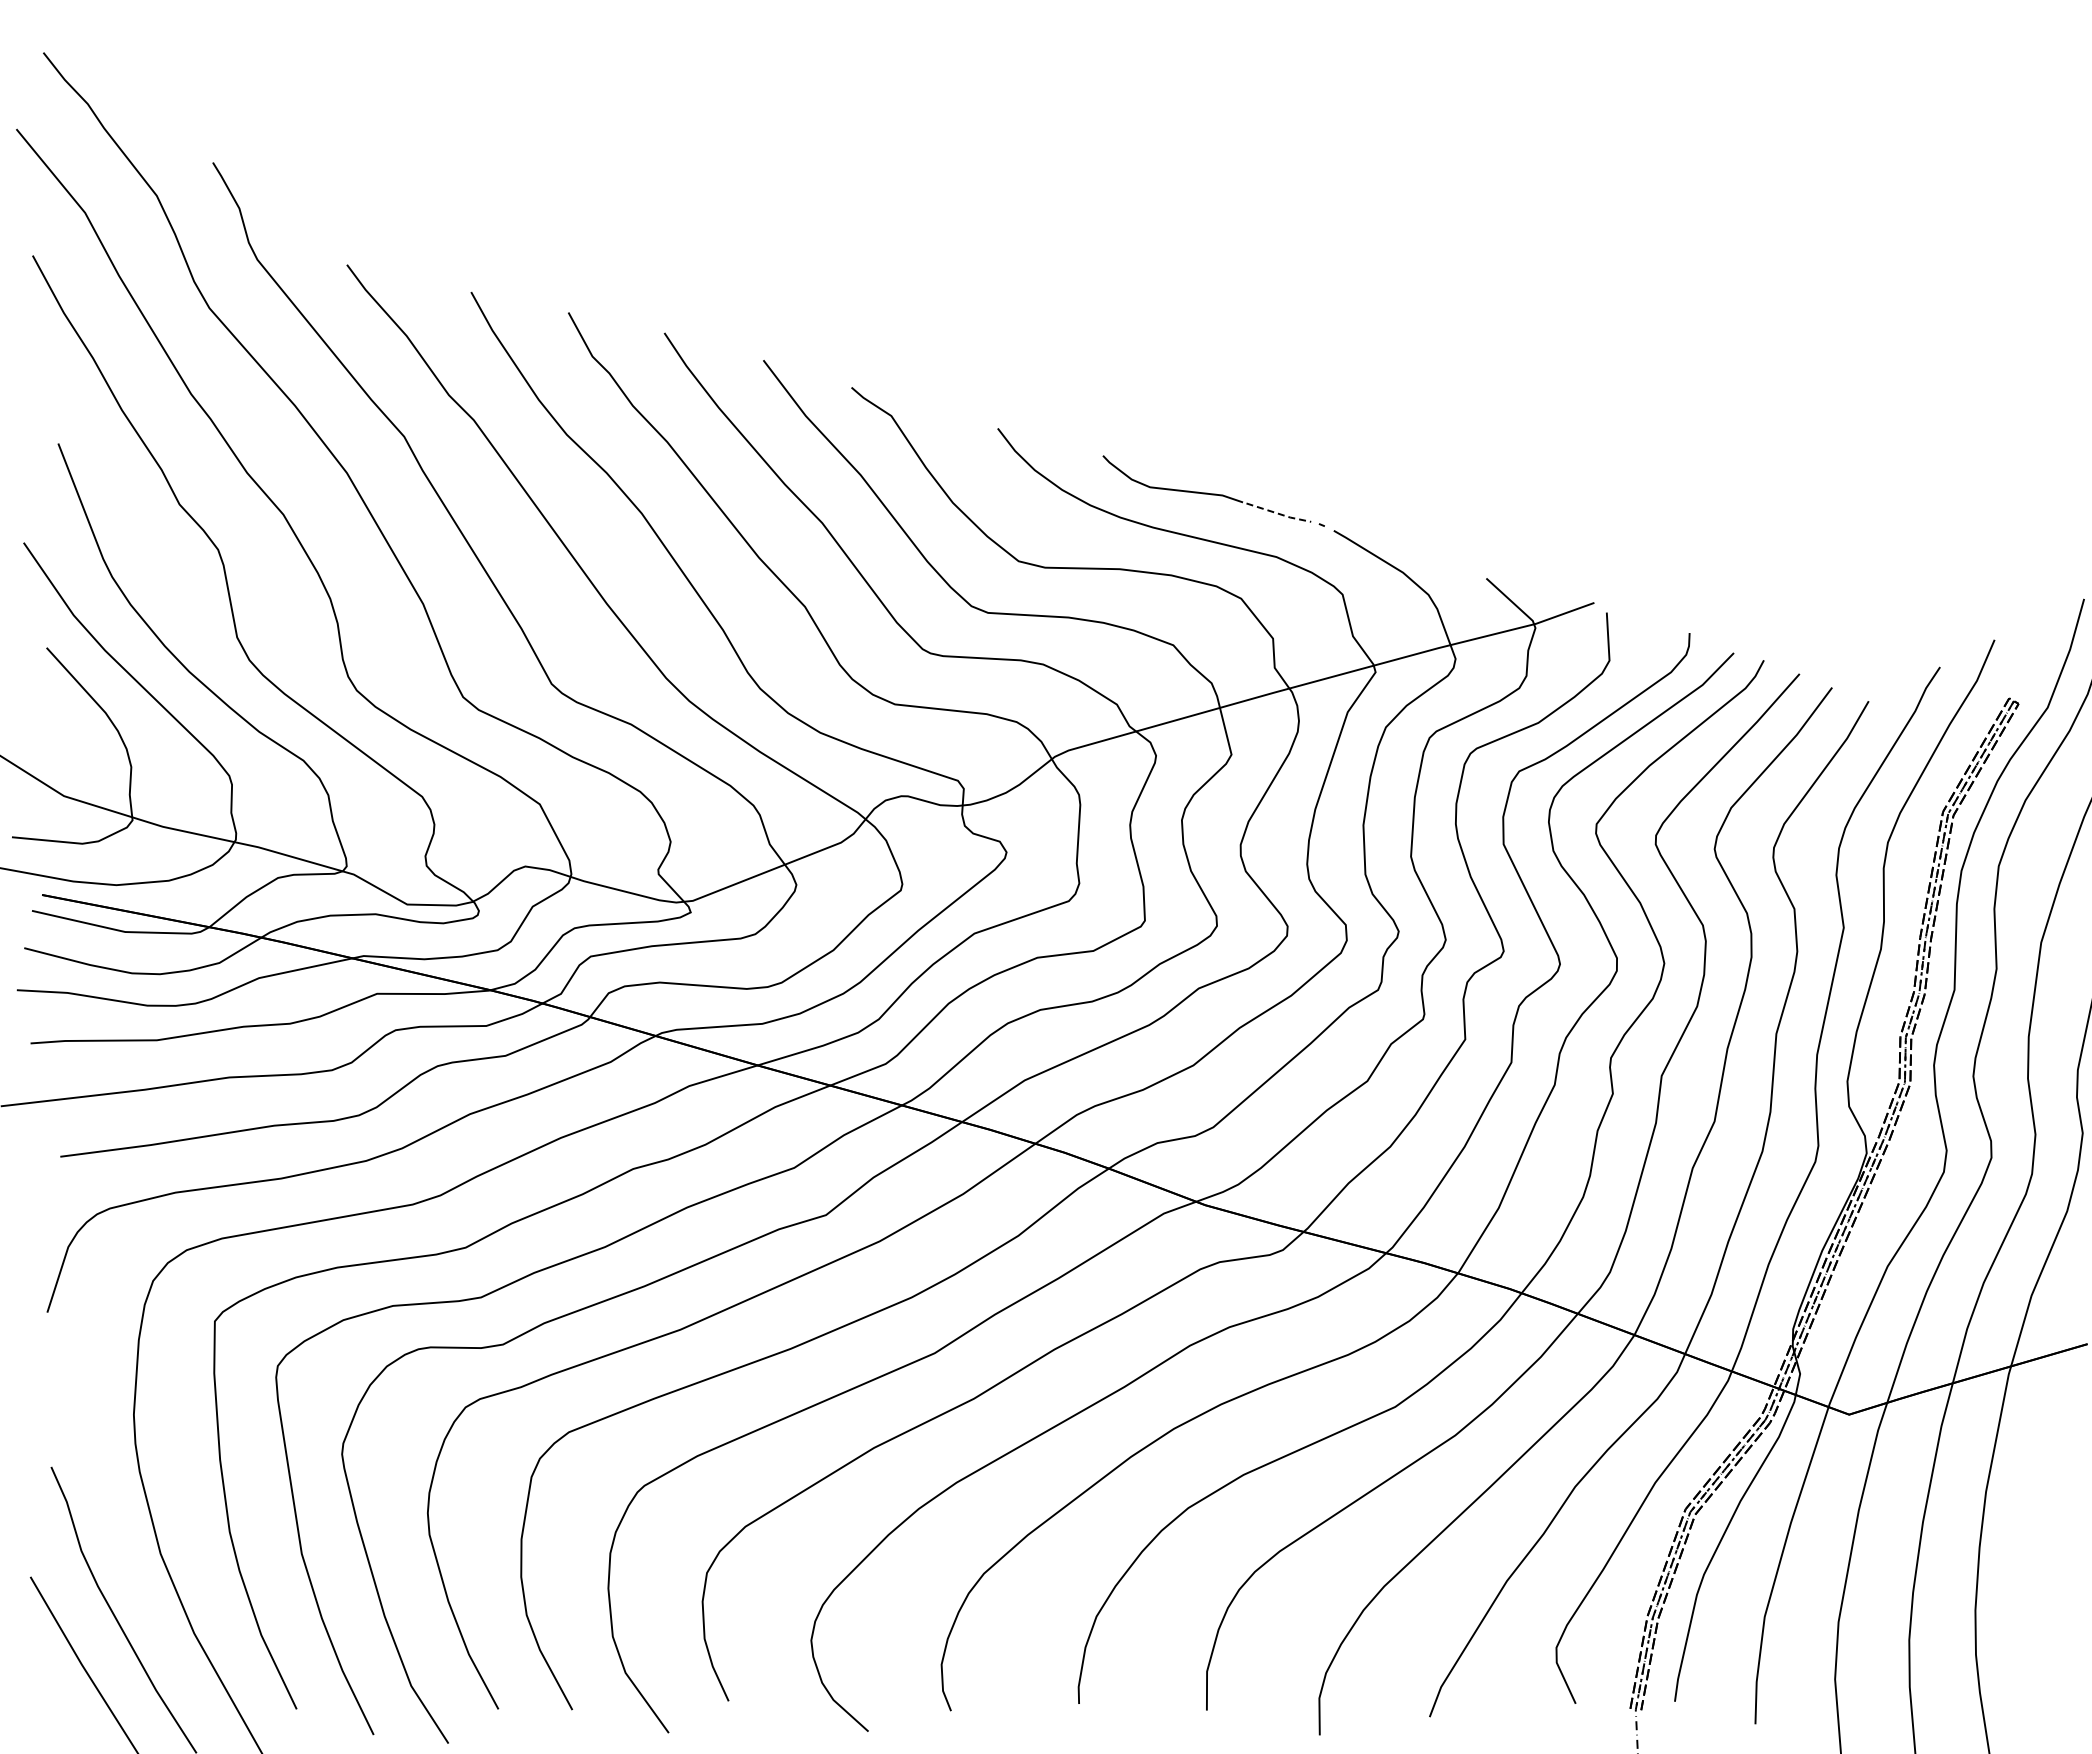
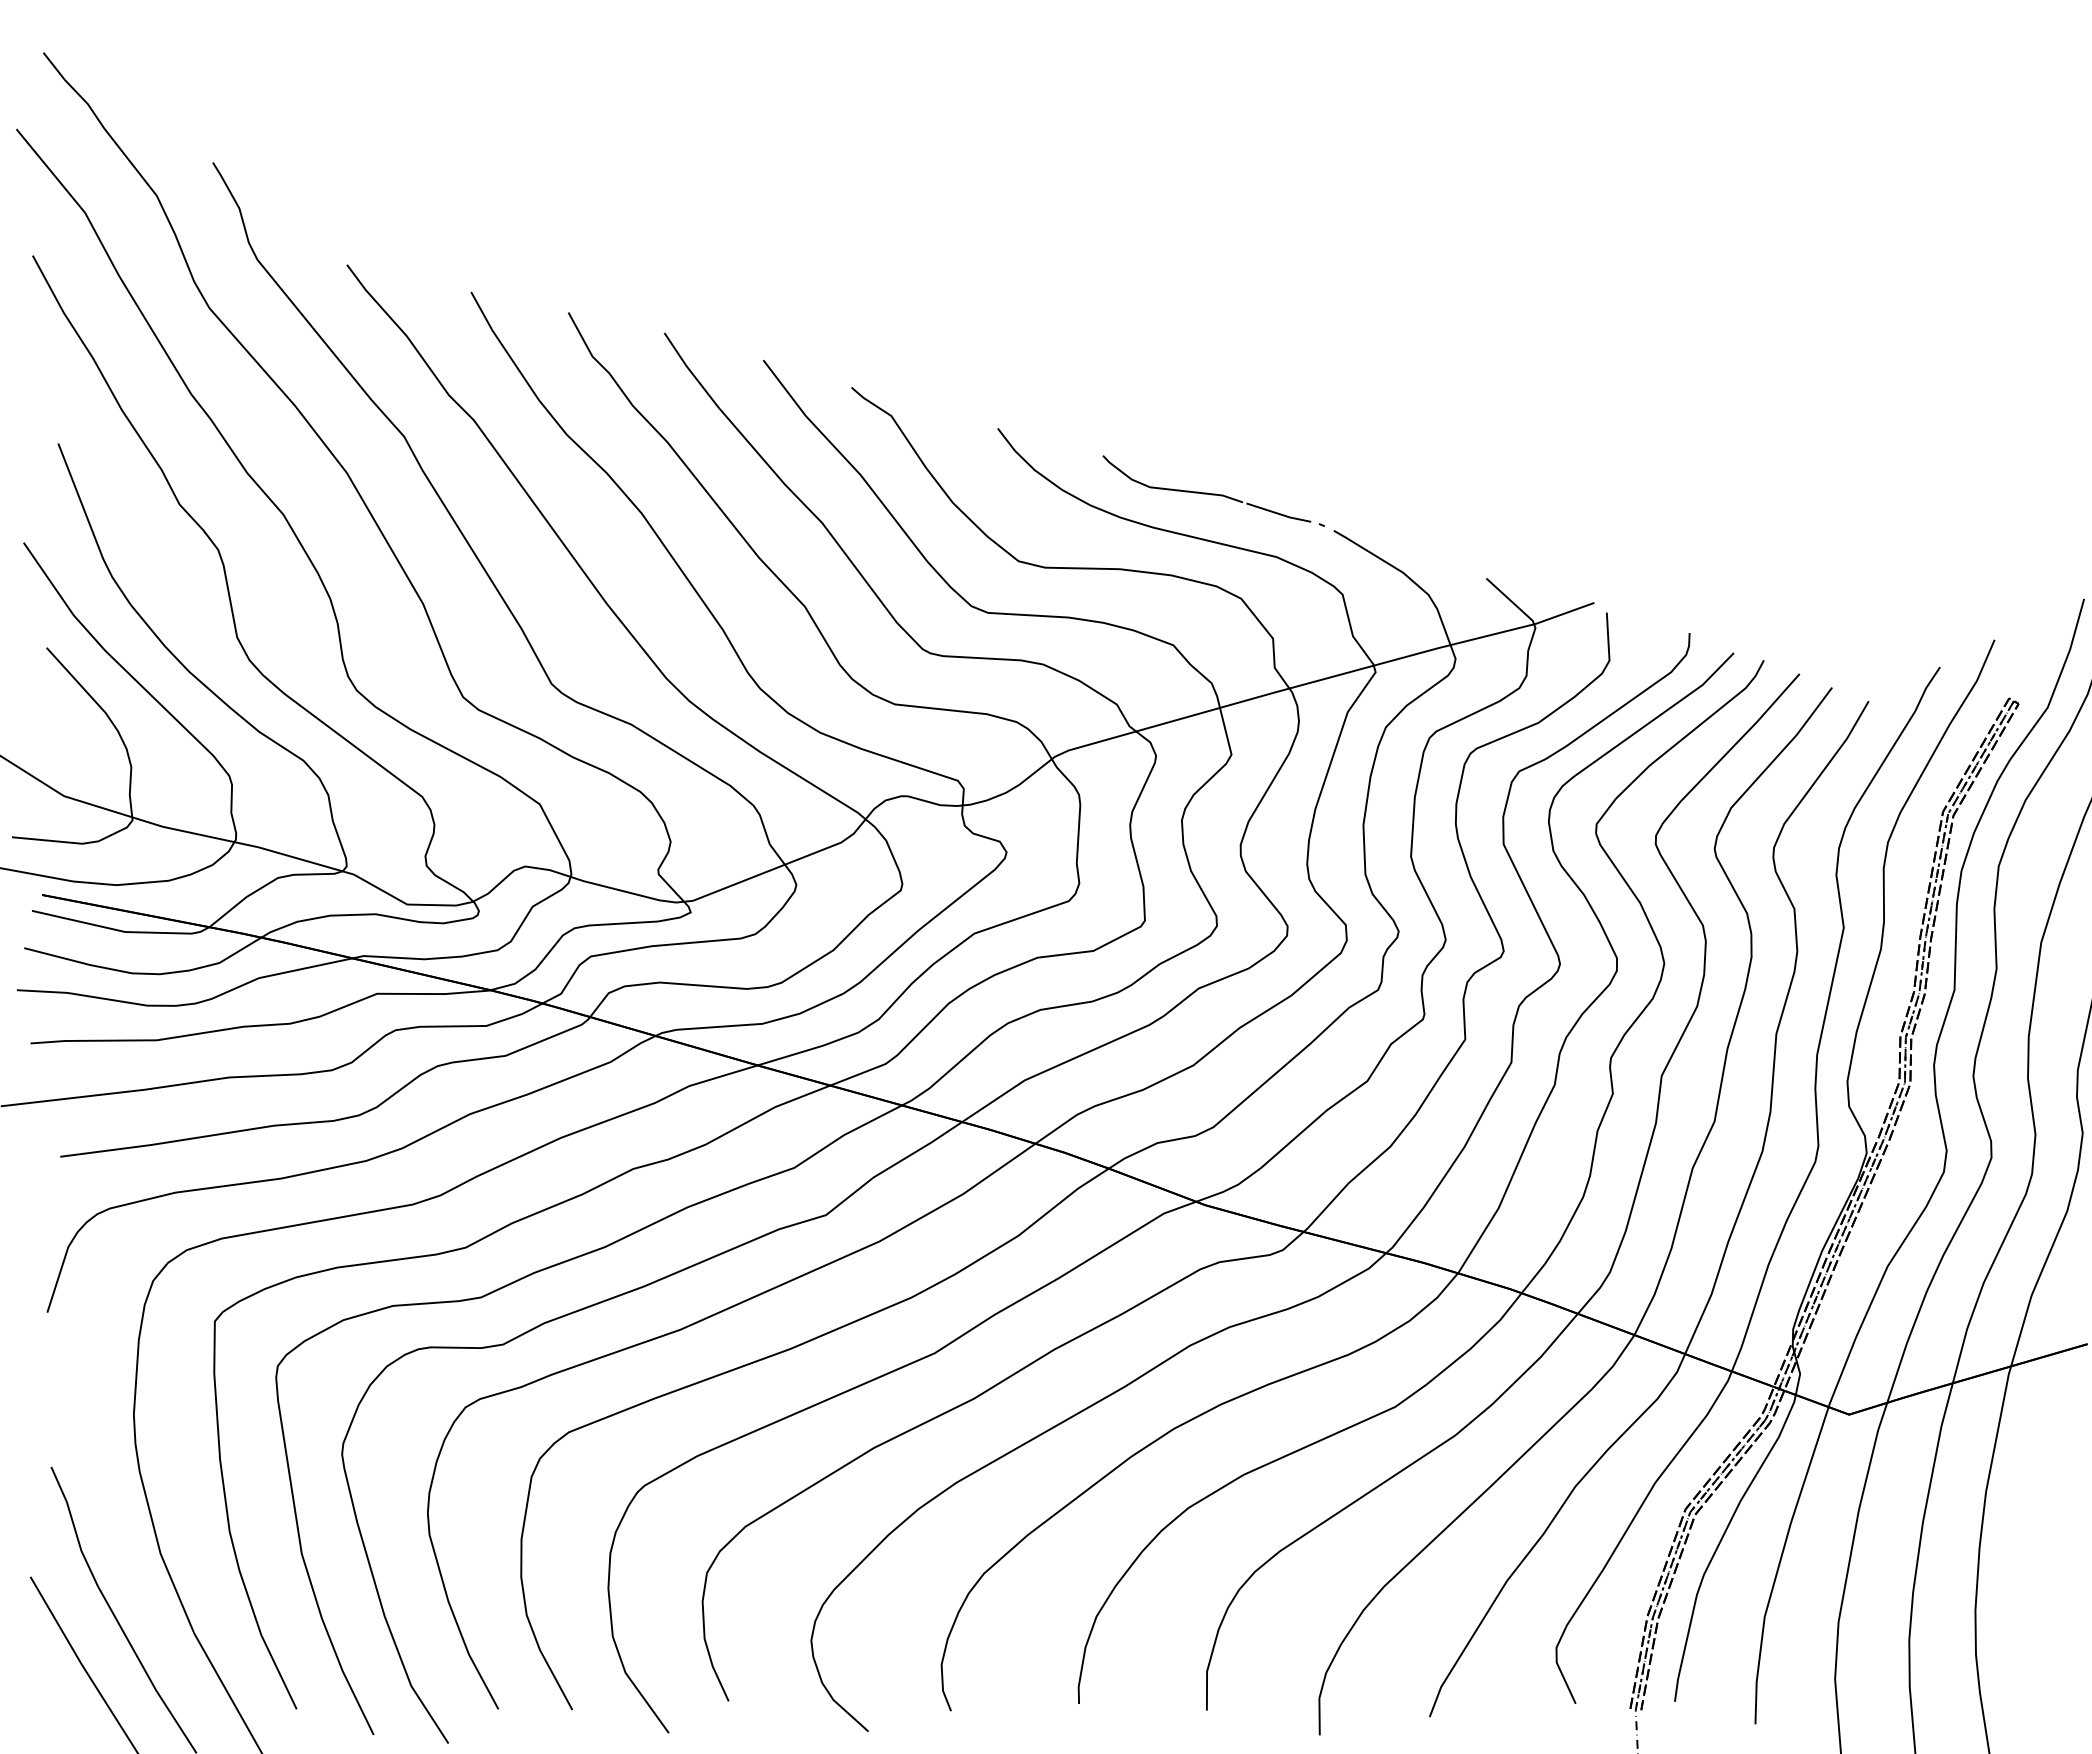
line at (1279, 514): dashed -> solid
